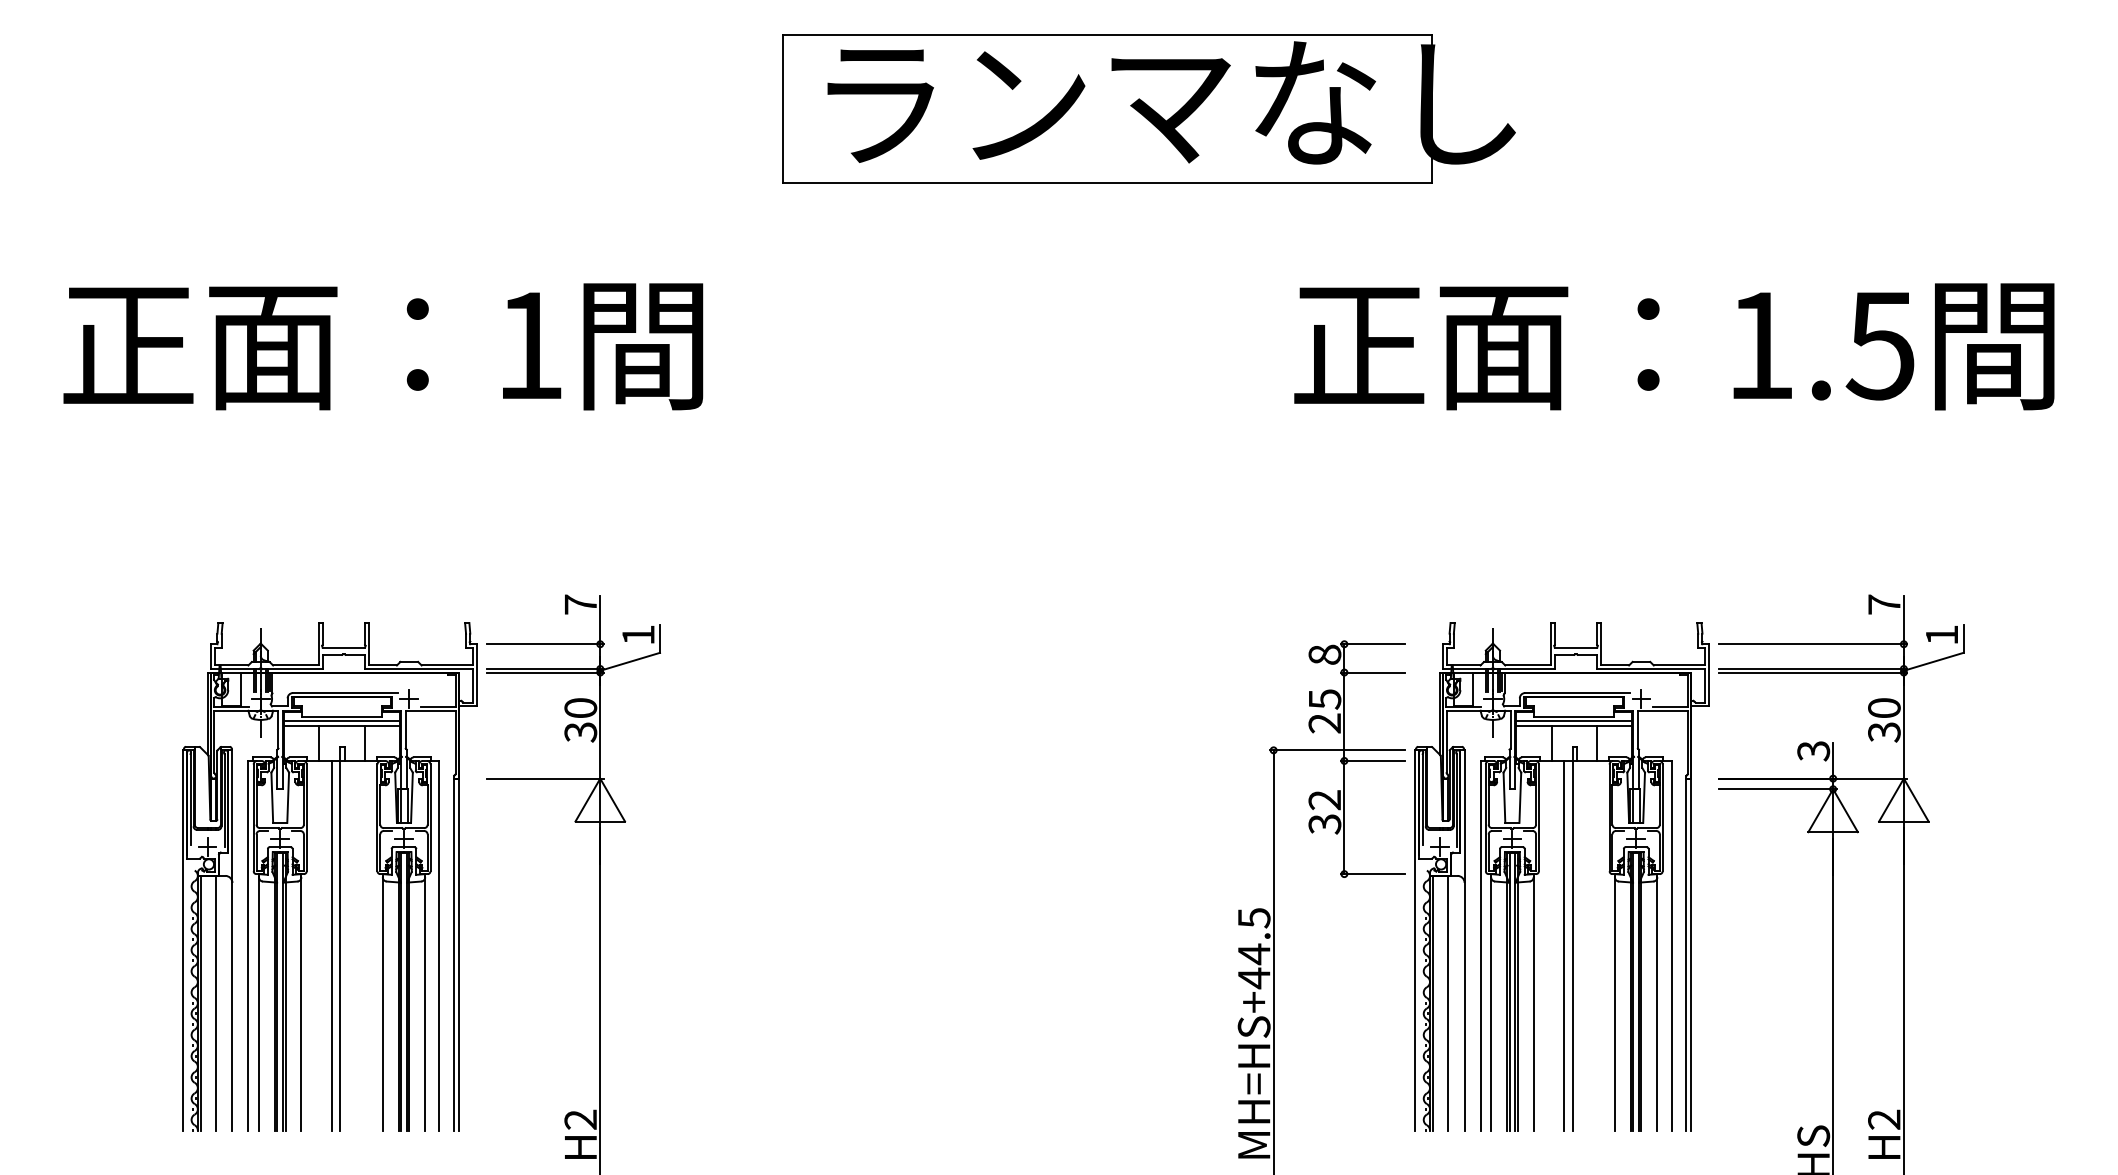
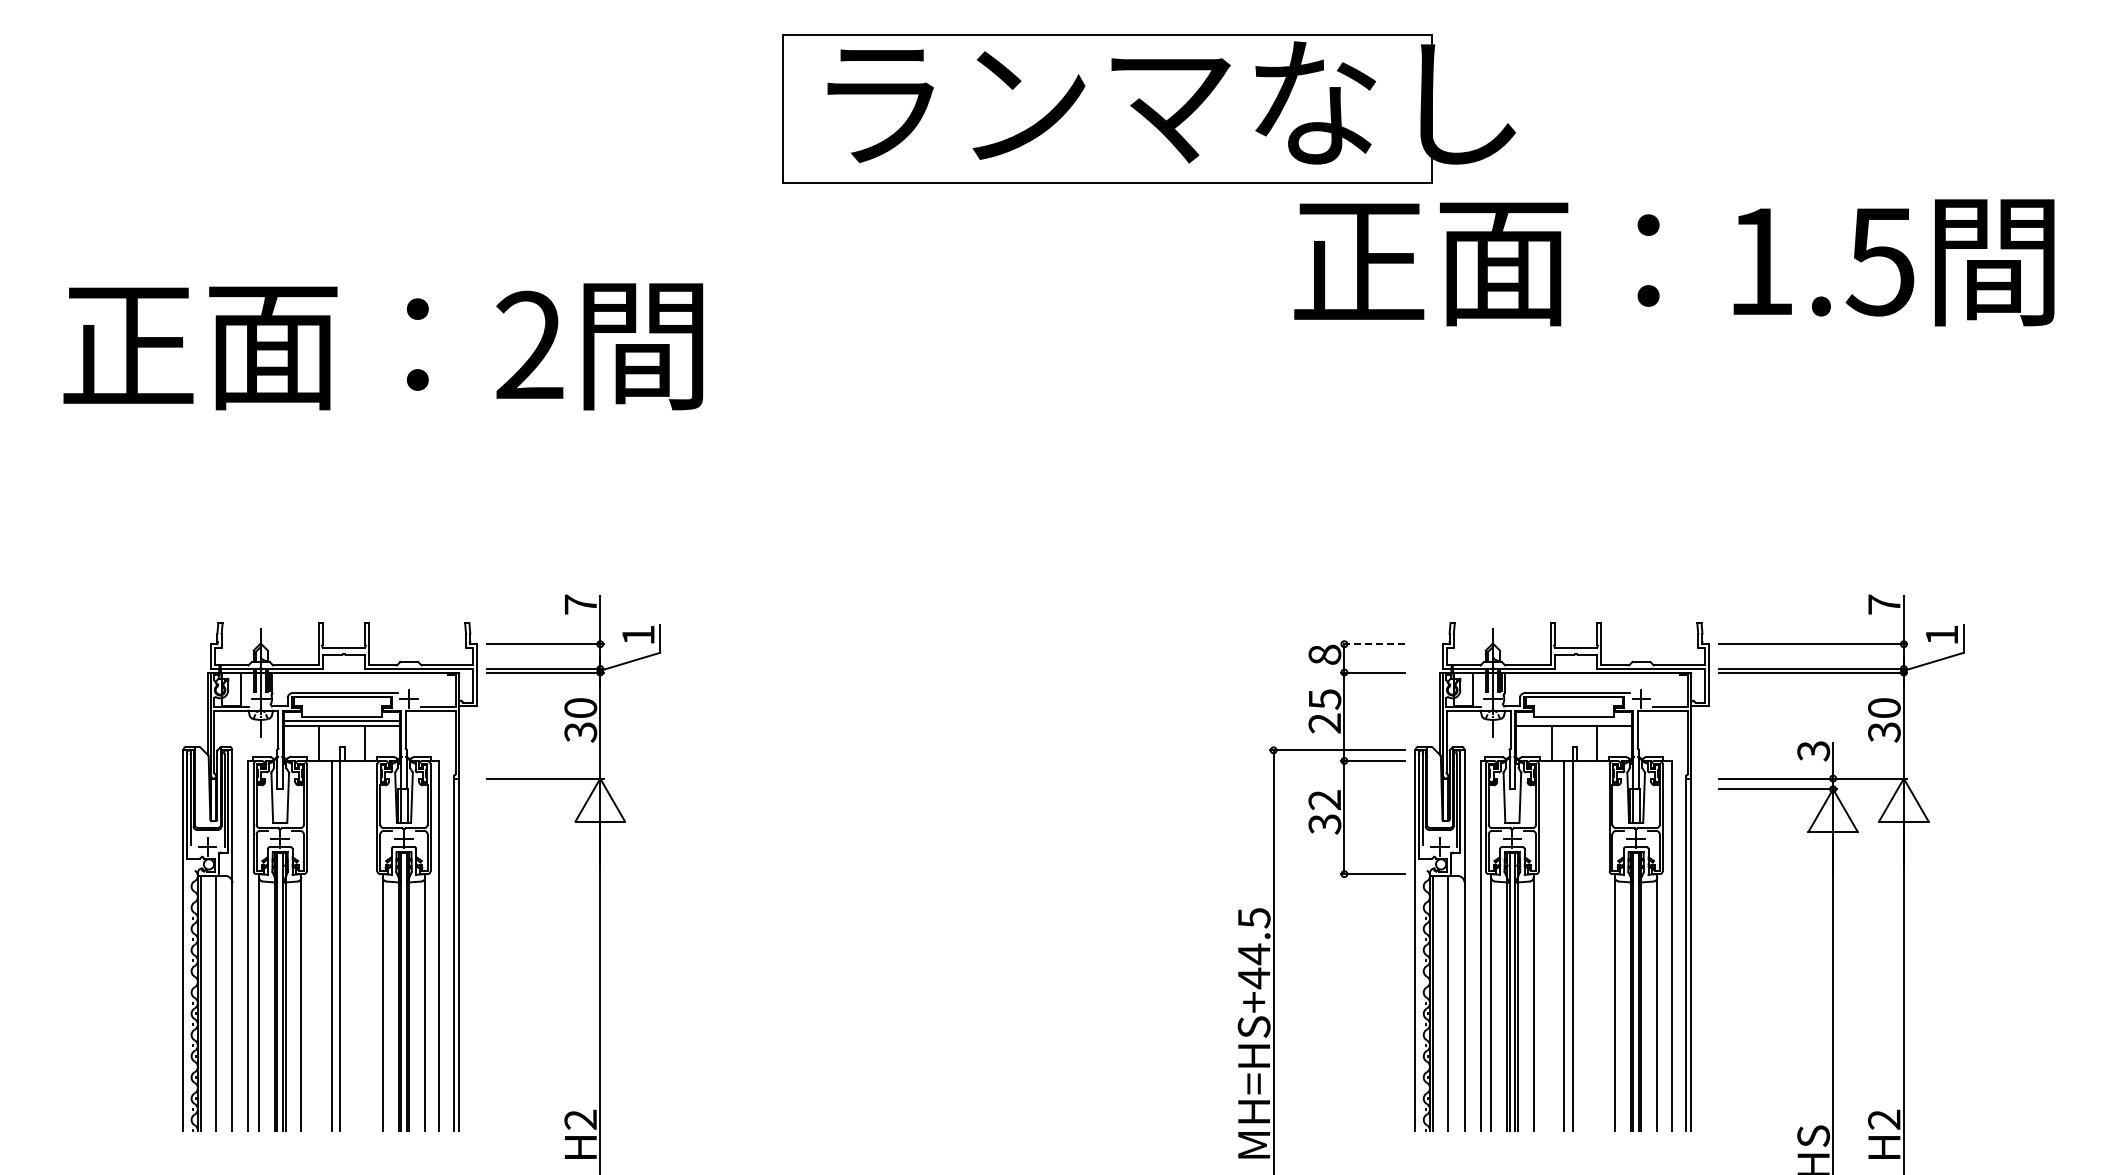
text at (529, 344): 1 -> 2
text at (1674, 346) position: (1674, 346) -> (1674, 262)
line at (1372, 644): solid -> dashed
line at (1574, 720): present -> none
